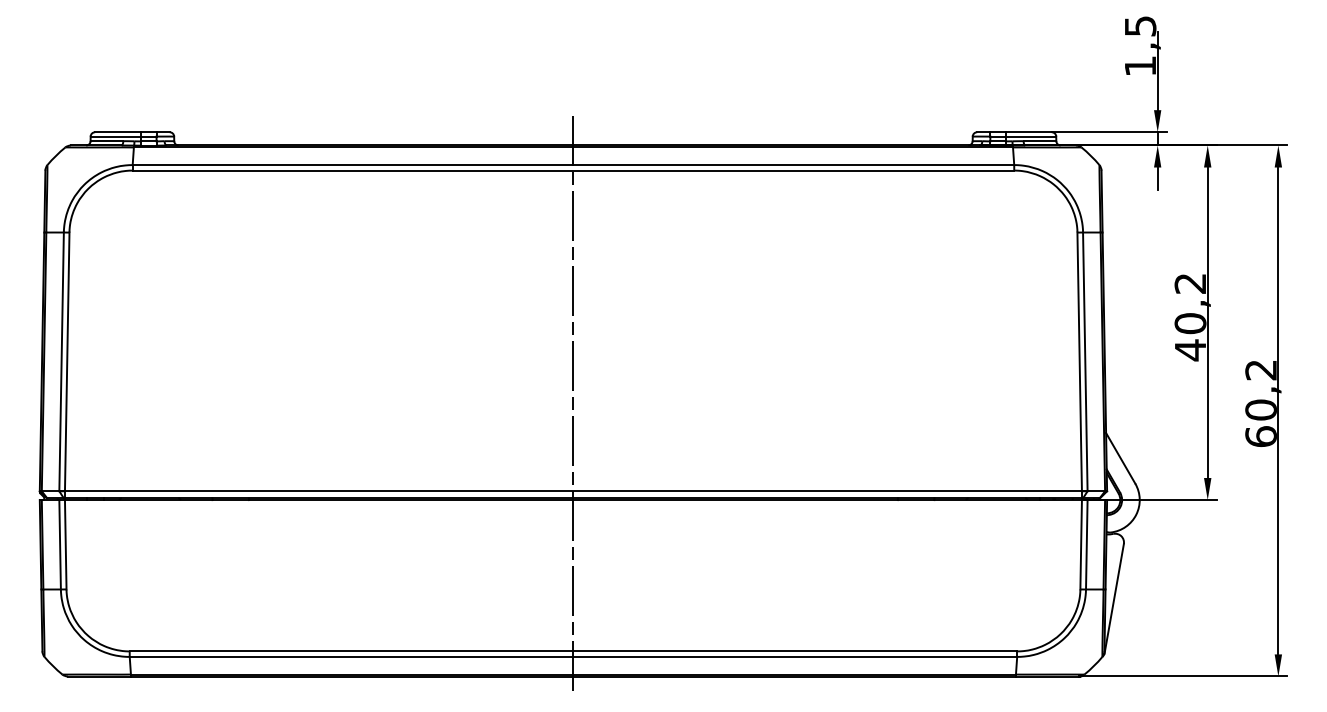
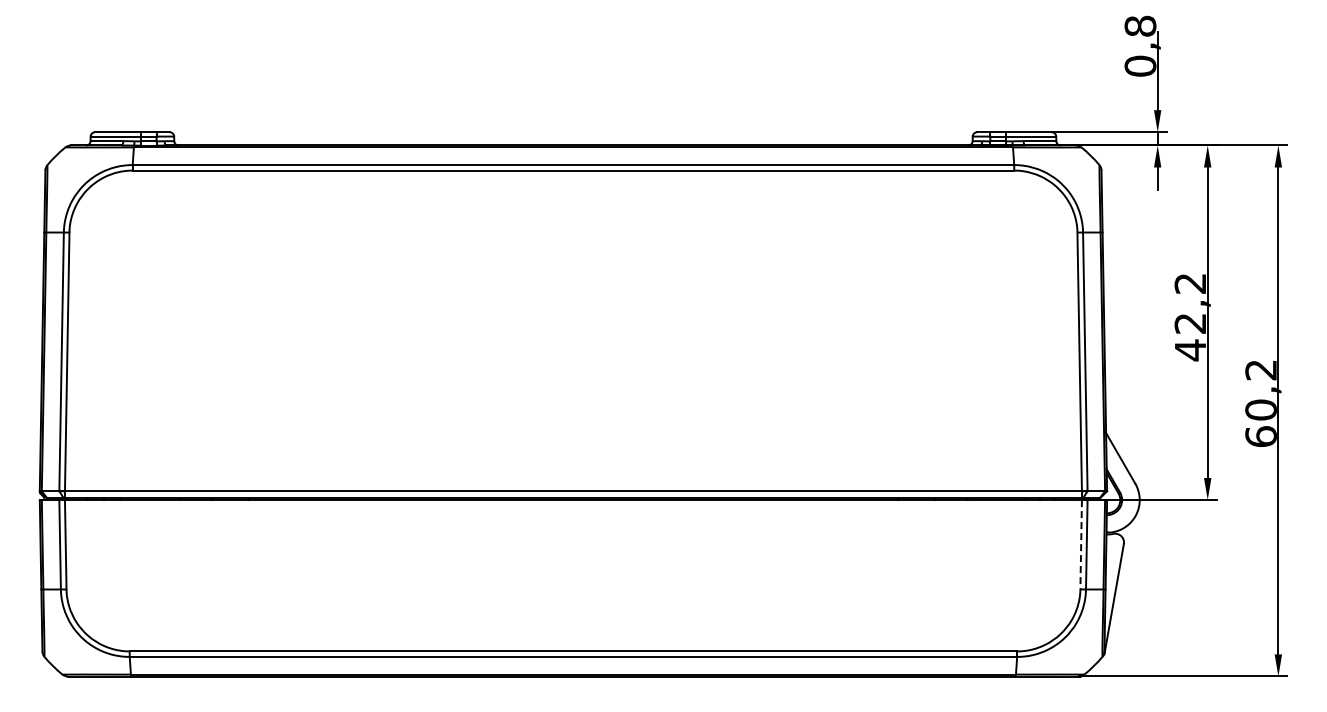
text at (1140, 45): 1,5 -> 0,8
text at (1190, 323): 40,2 -> 42,2
line at (573, 403): present -> none
line at (1081, 544): solid -> dashed
